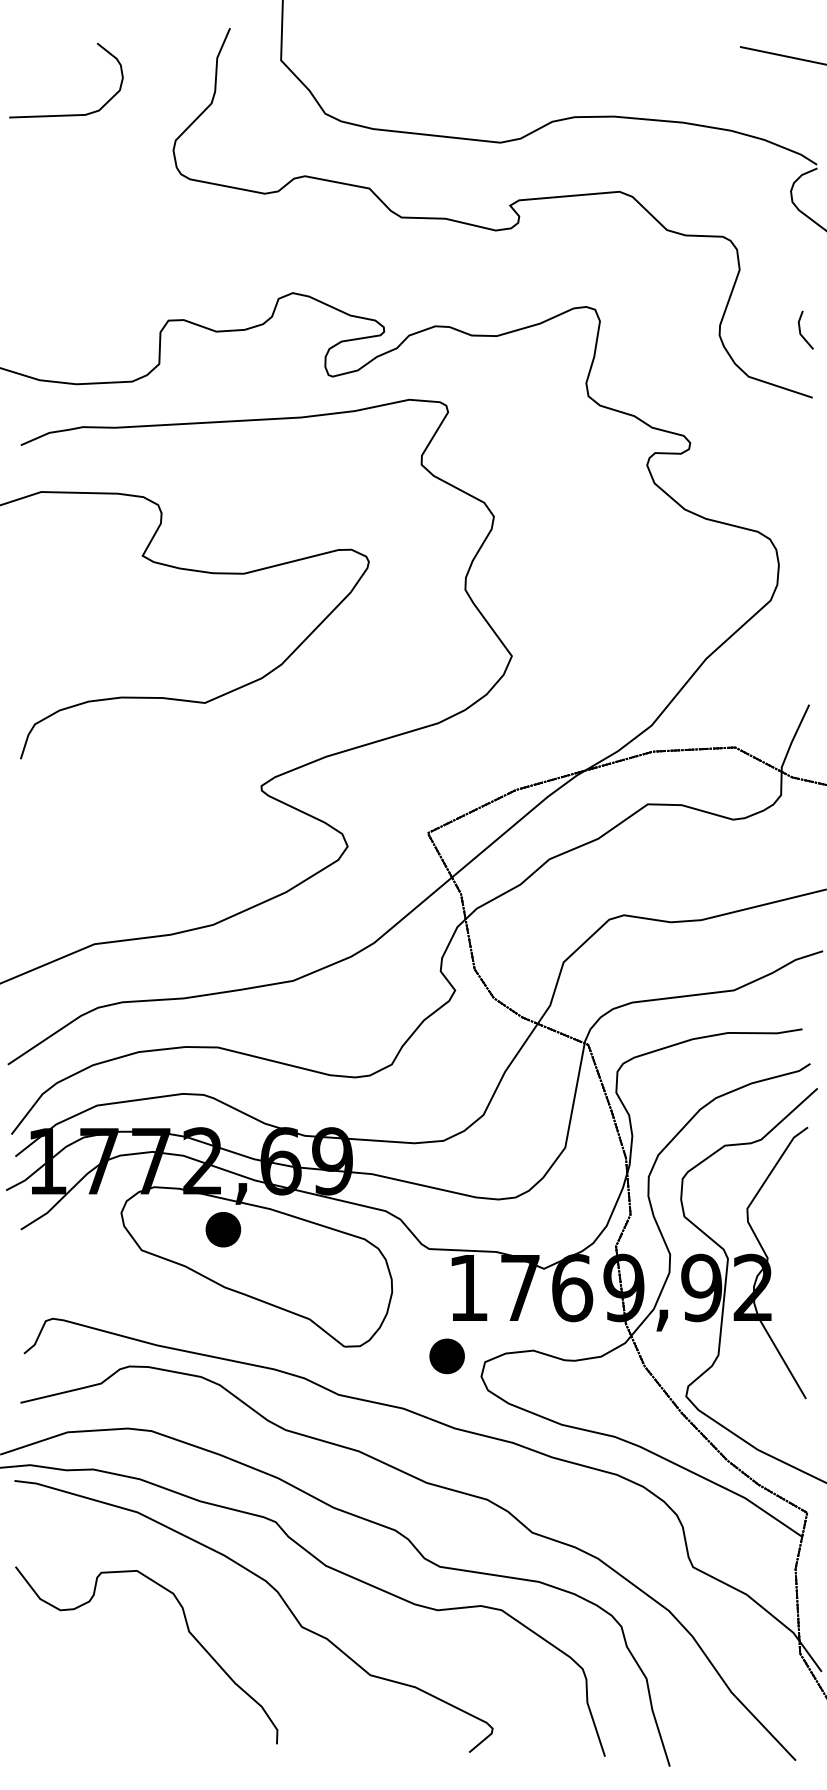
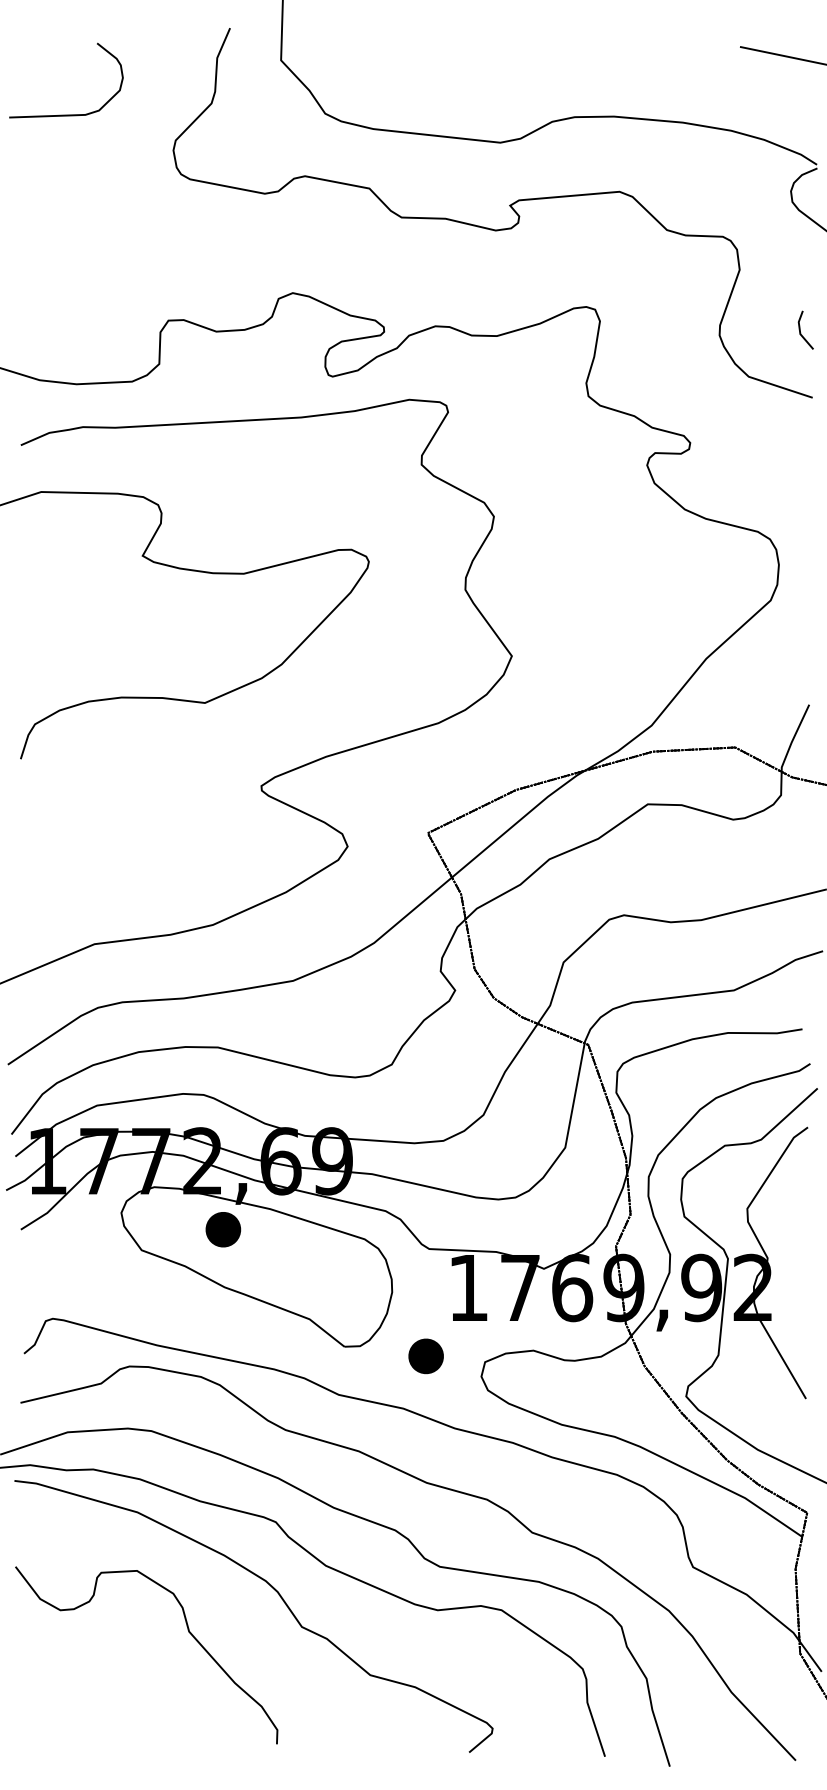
part at (446, 1356) position: (446, 1356) -> (425, 1356)
